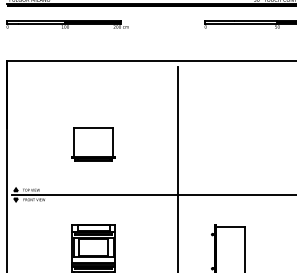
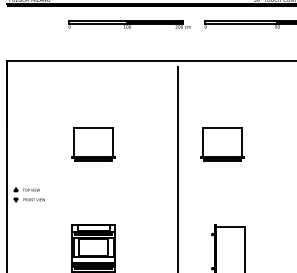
part at (67, 24) position: (67, 24) -> (129, 24)
part at (222, 144): none -> present
line at (152, 194): present -> none
